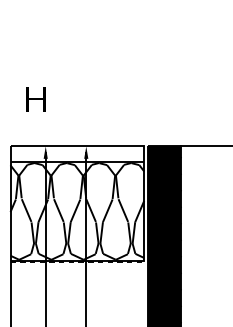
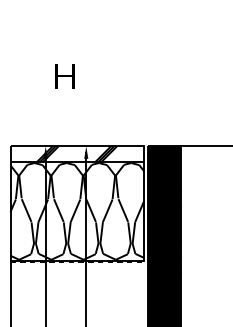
text at (35, 99) position: (35, 99) -> (64, 76)
hatch at (76, 154): none -> present
